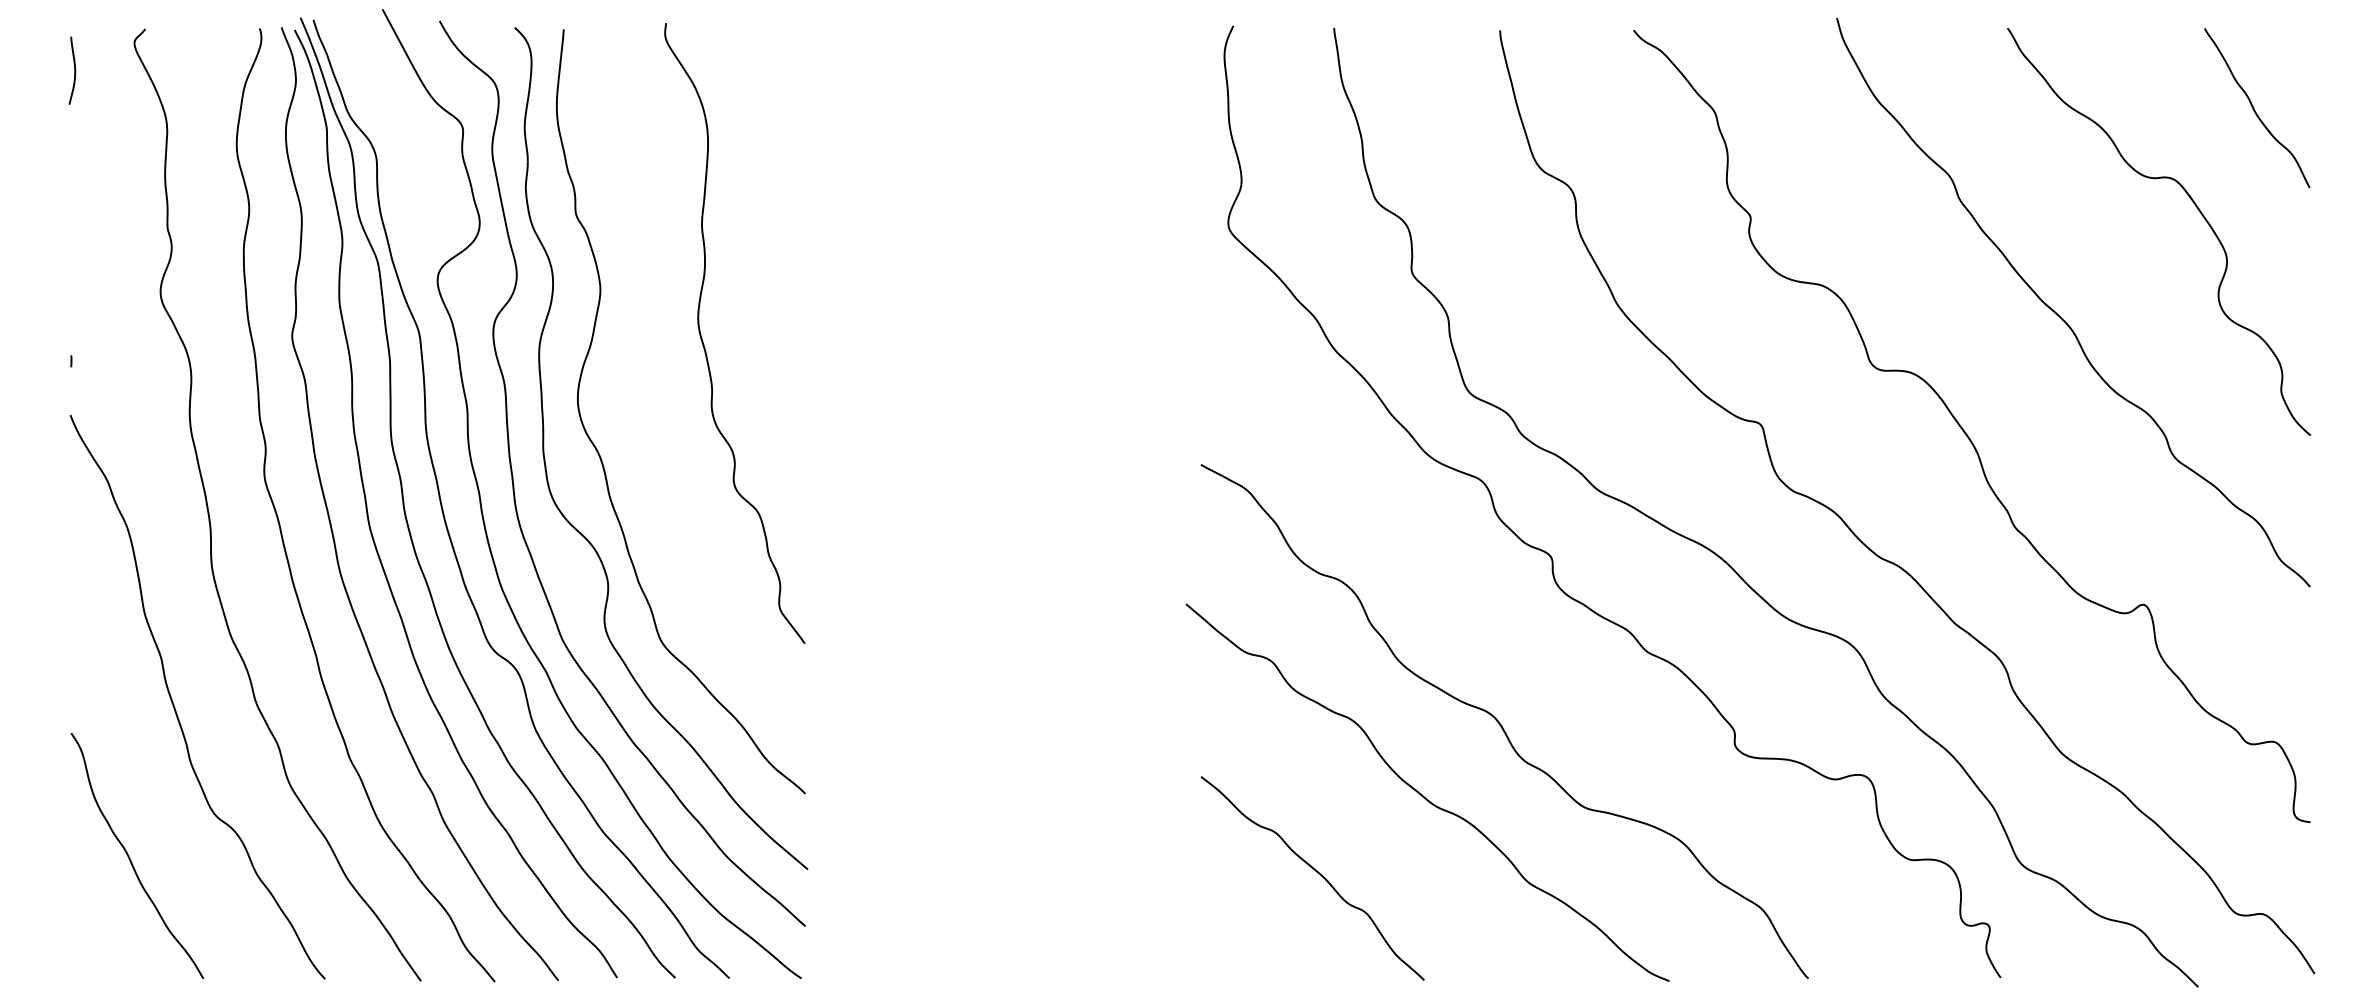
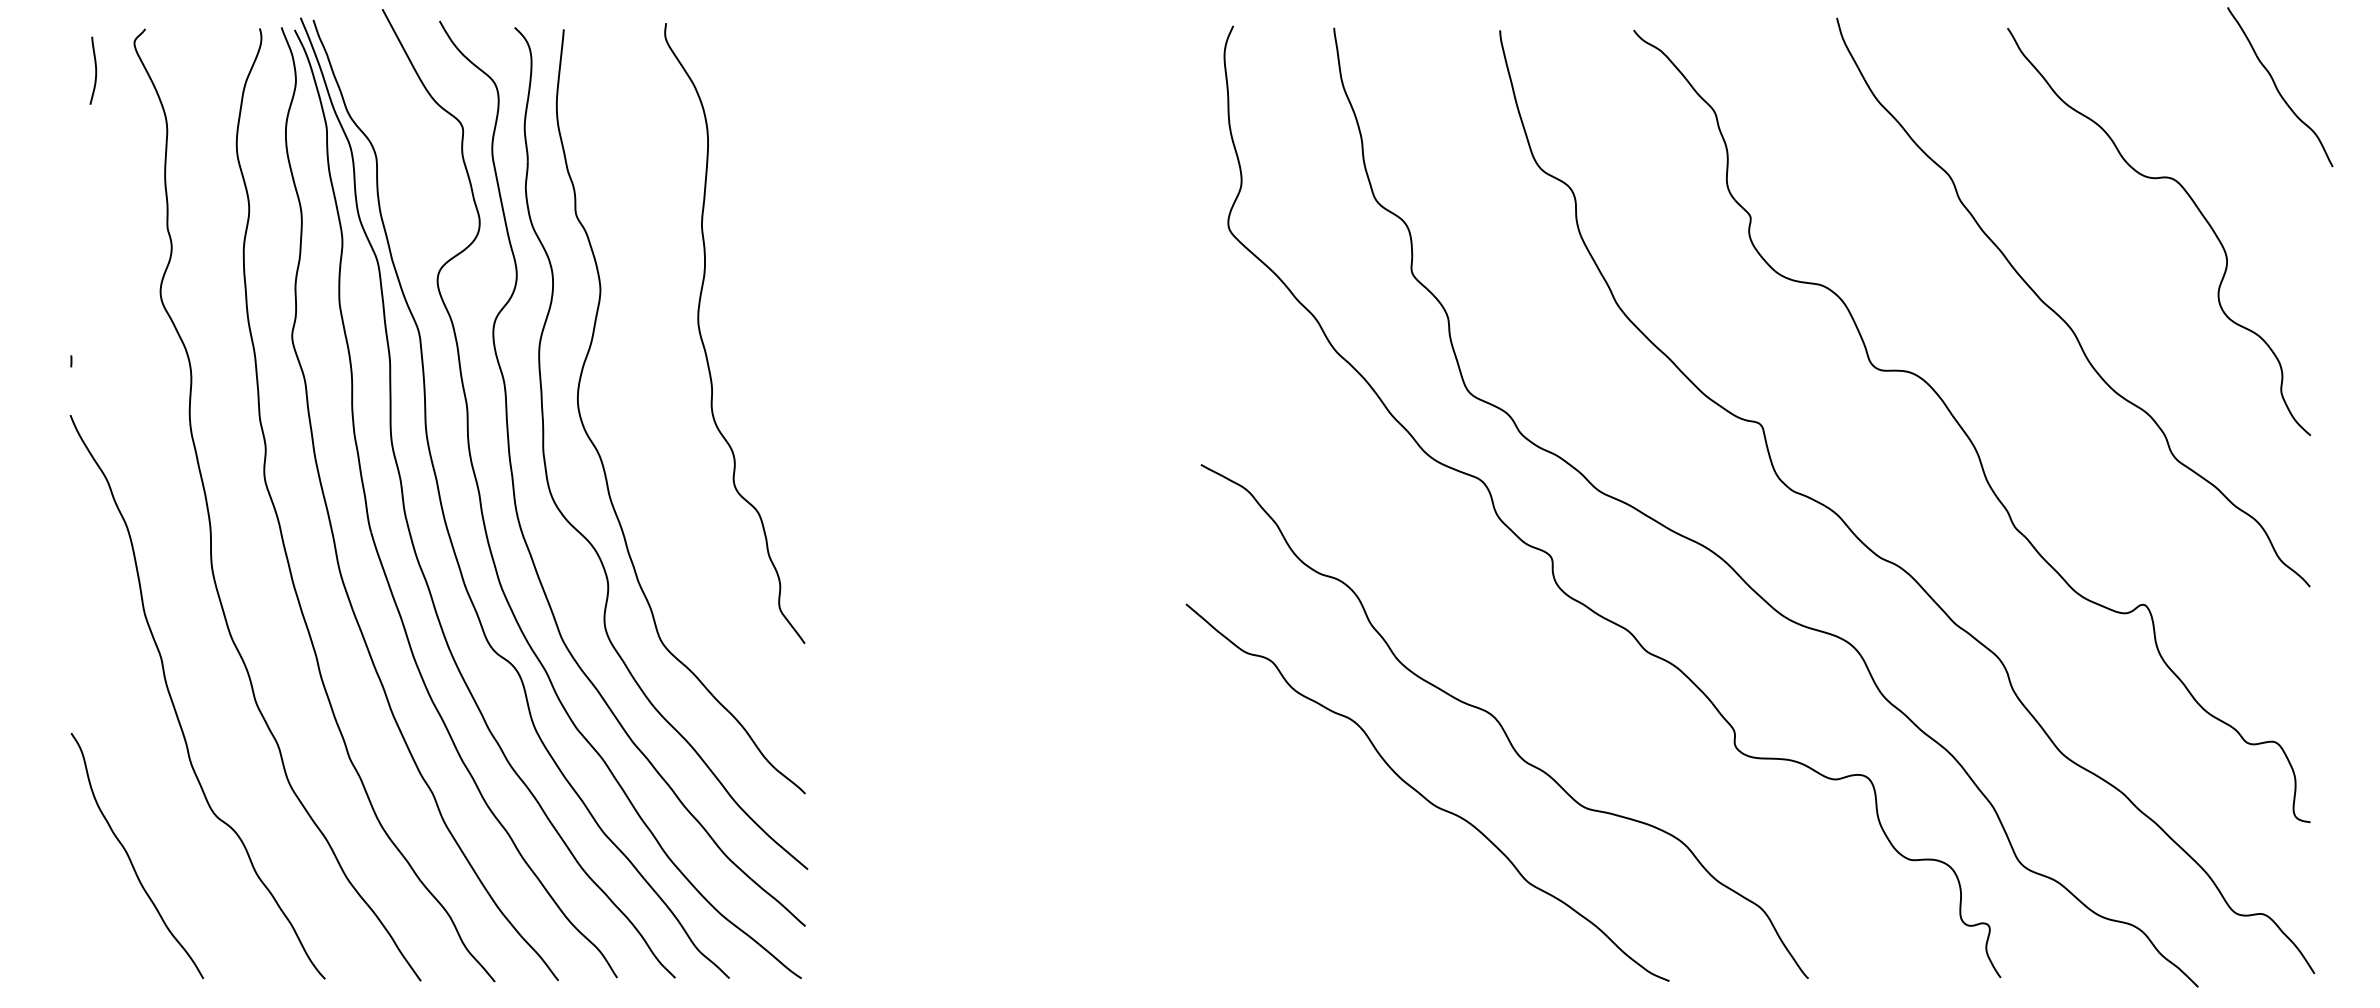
curve at (74, 70) position: (74, 70) -> (95, 70)
curve at (2255, 110) position: (2255, 110) -> (2278, 89)
curve at (1317, 873): present -> none
